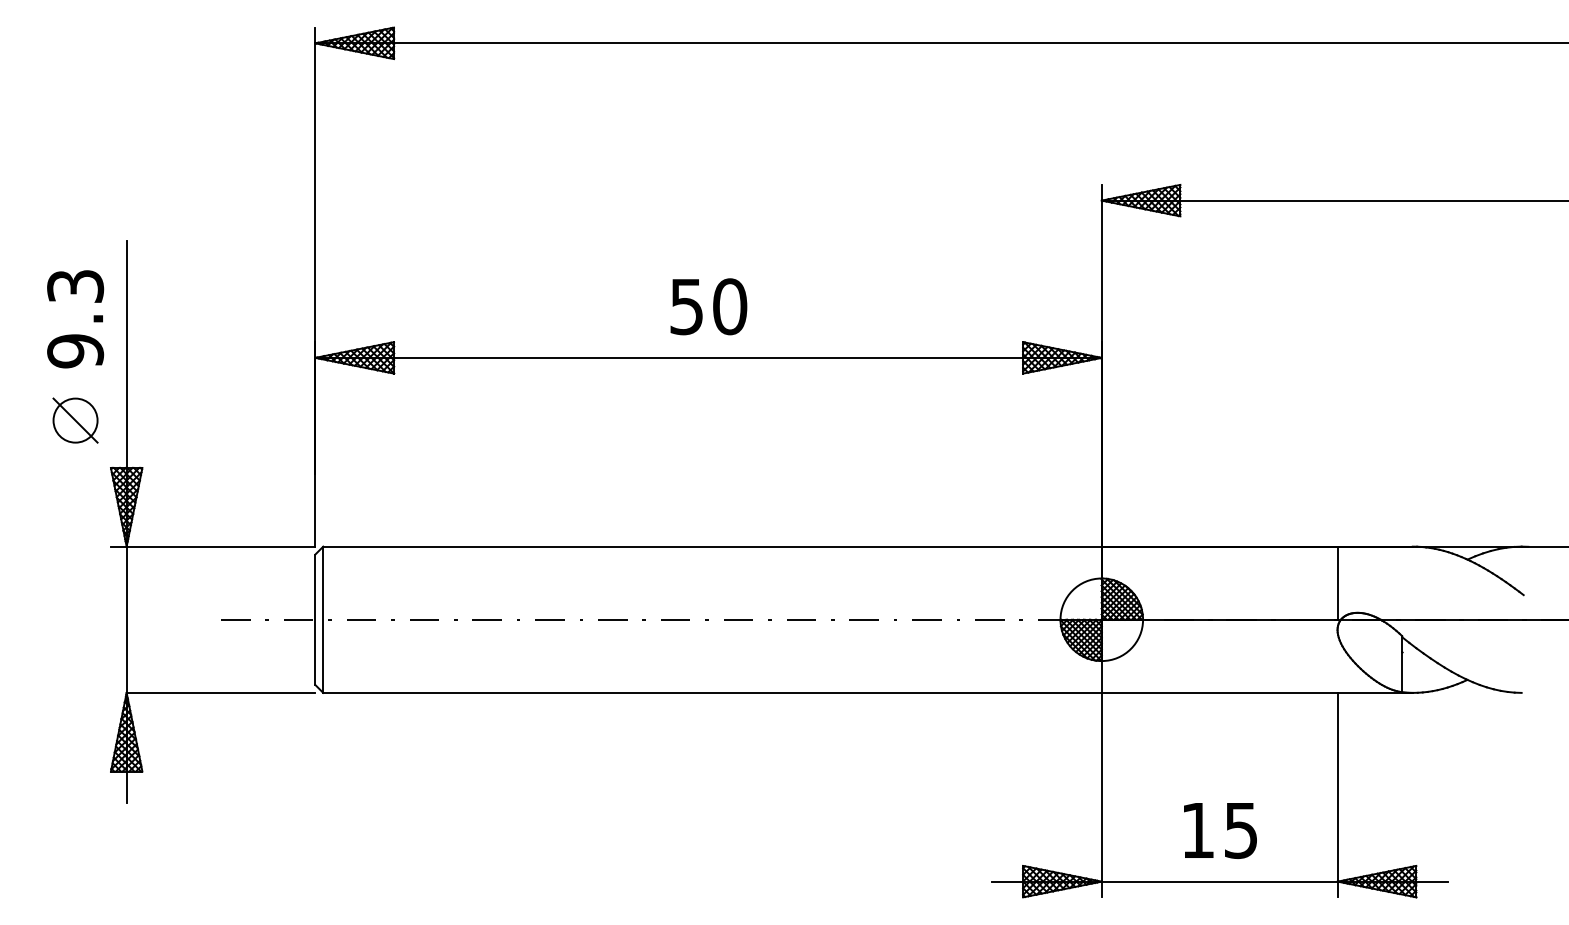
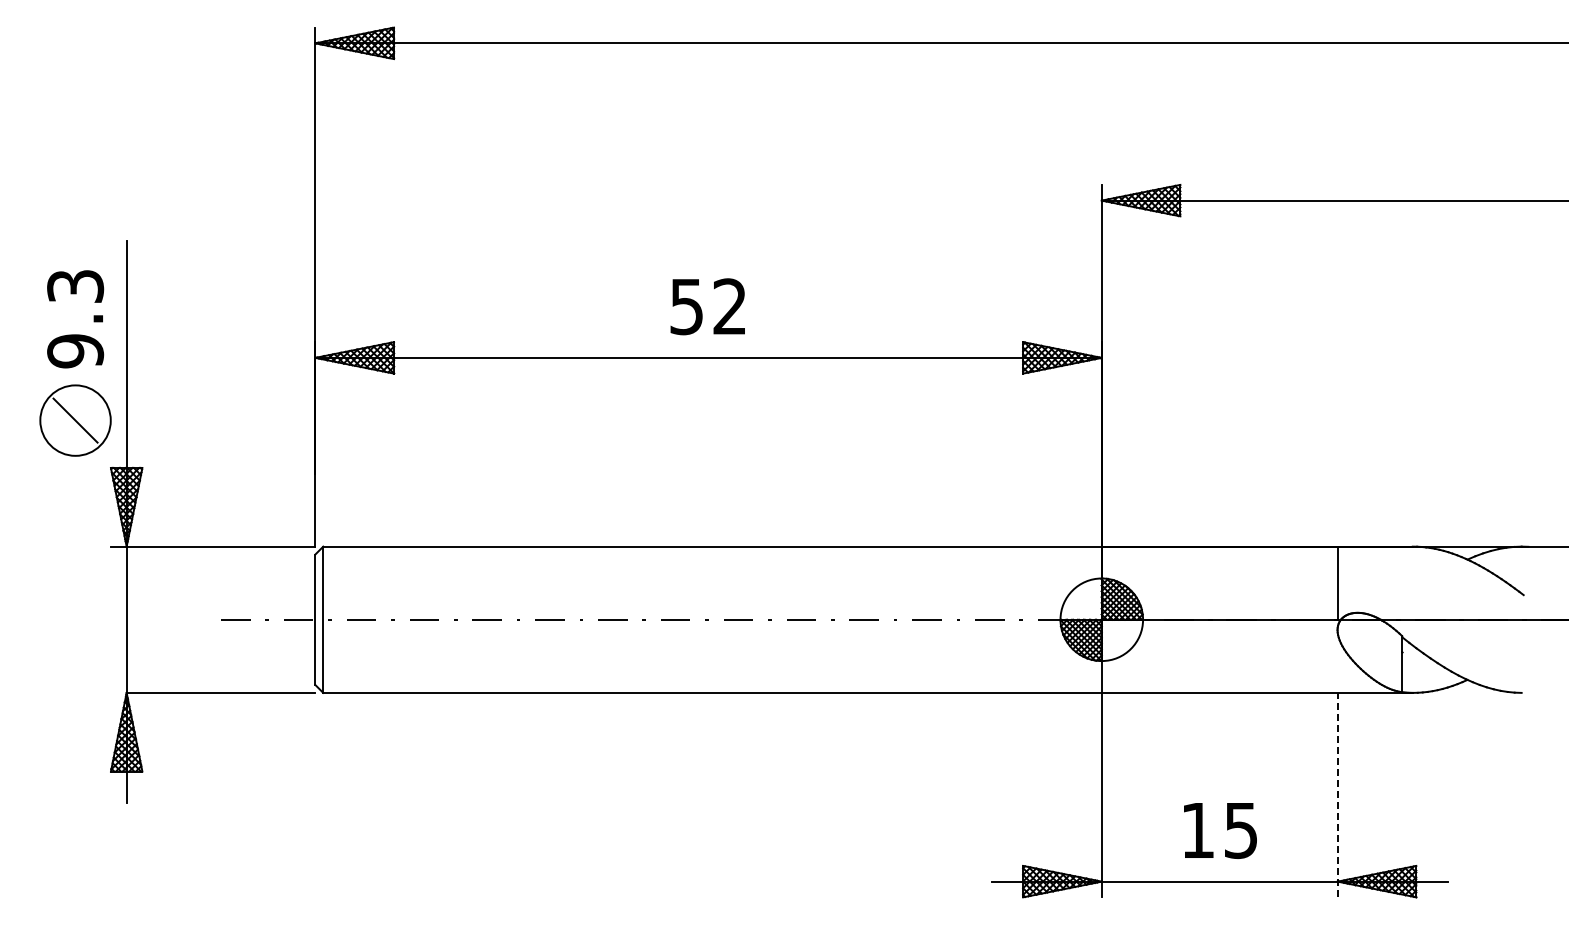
text at (730, 306): 50 -> 52
circle at (75, 420) diameter: 44 px -> 70 px
line at (1337, 794): solid -> dashed
